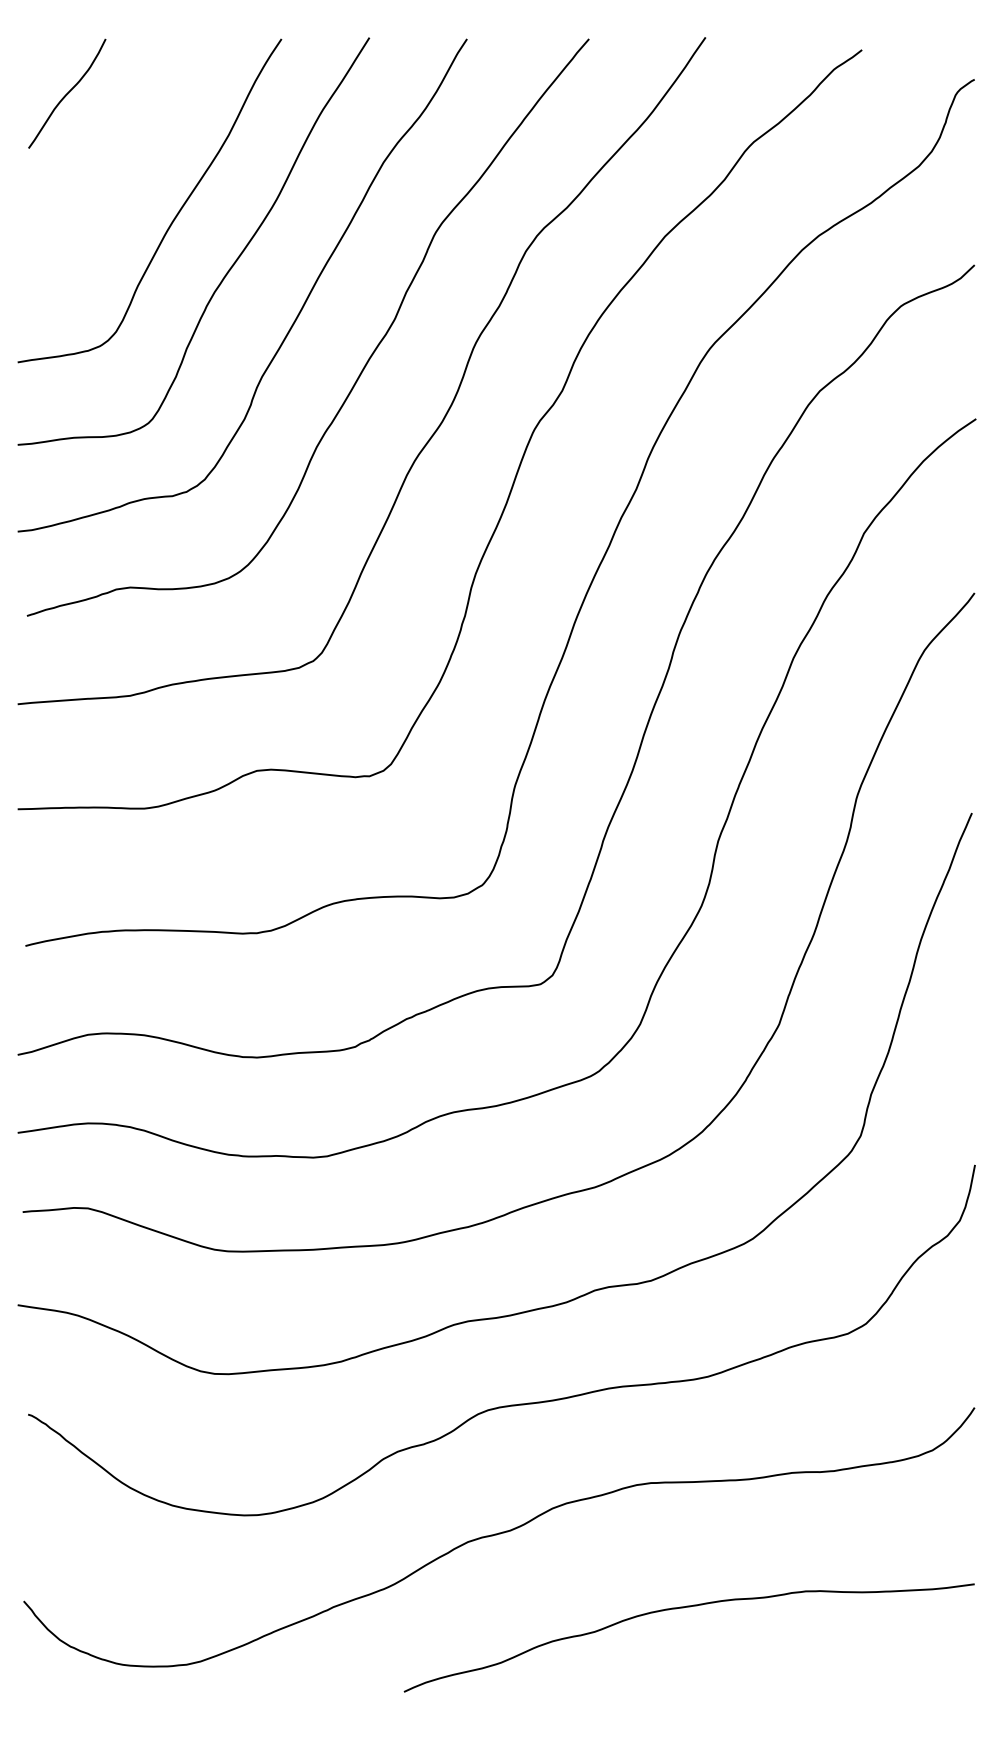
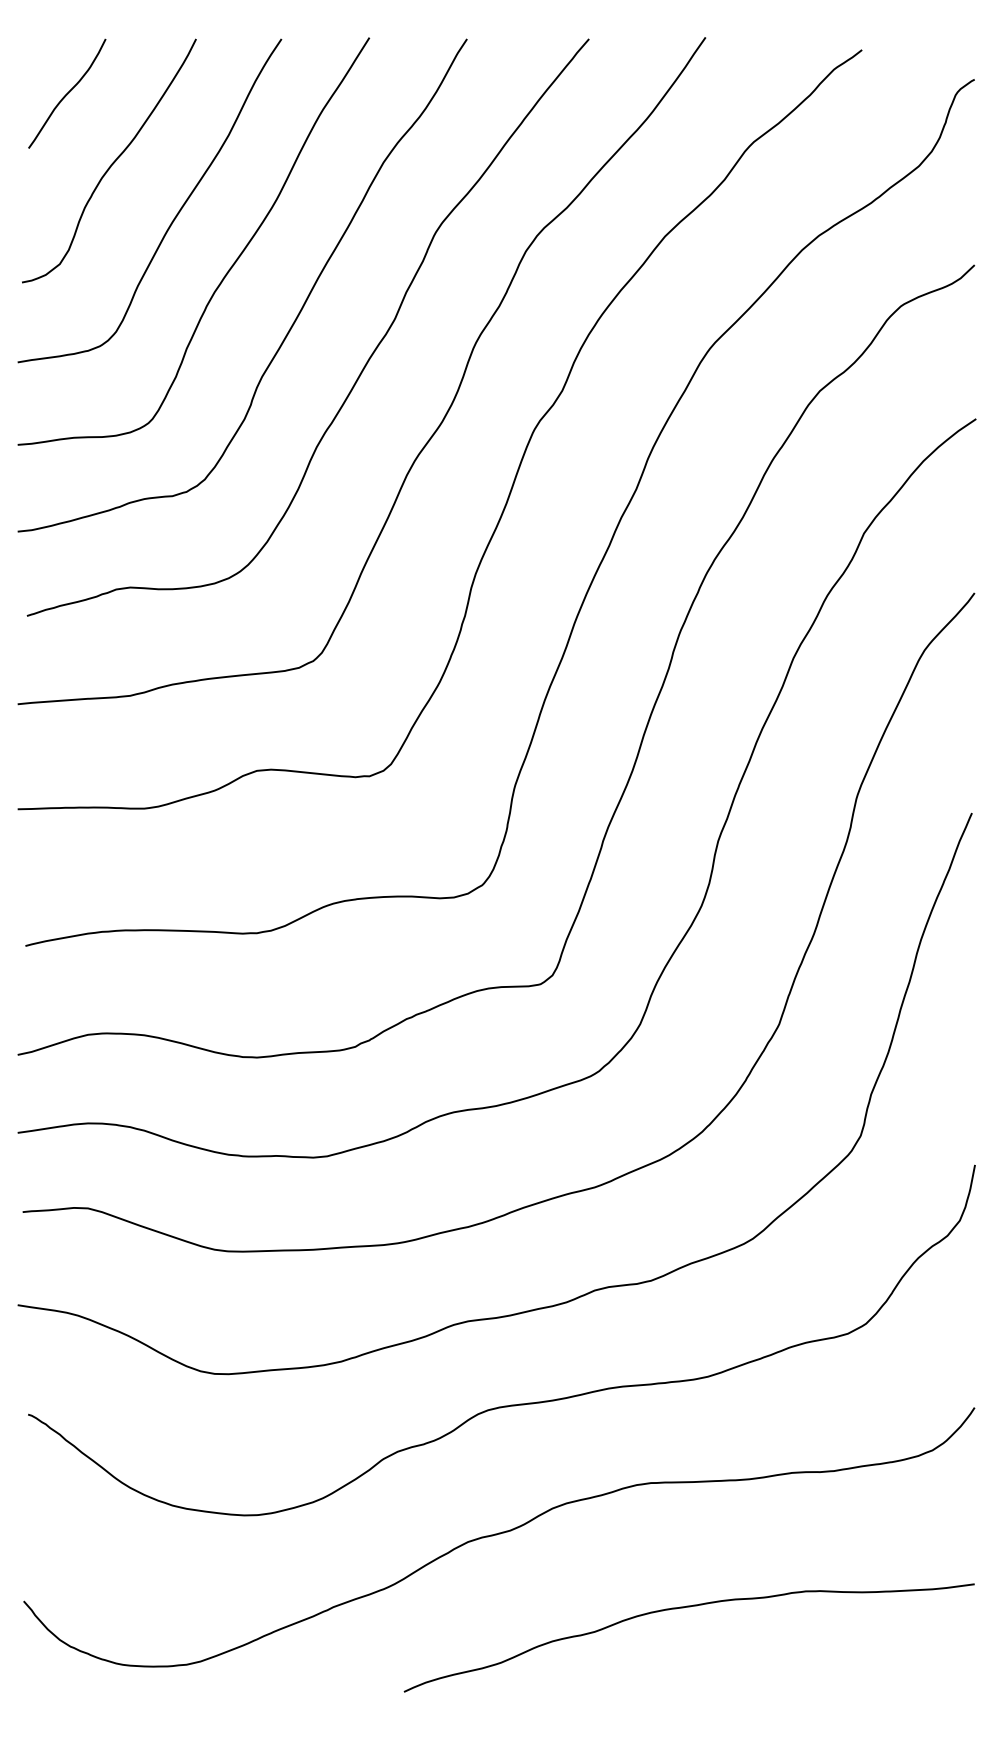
curve at (112, 162): none -> present
